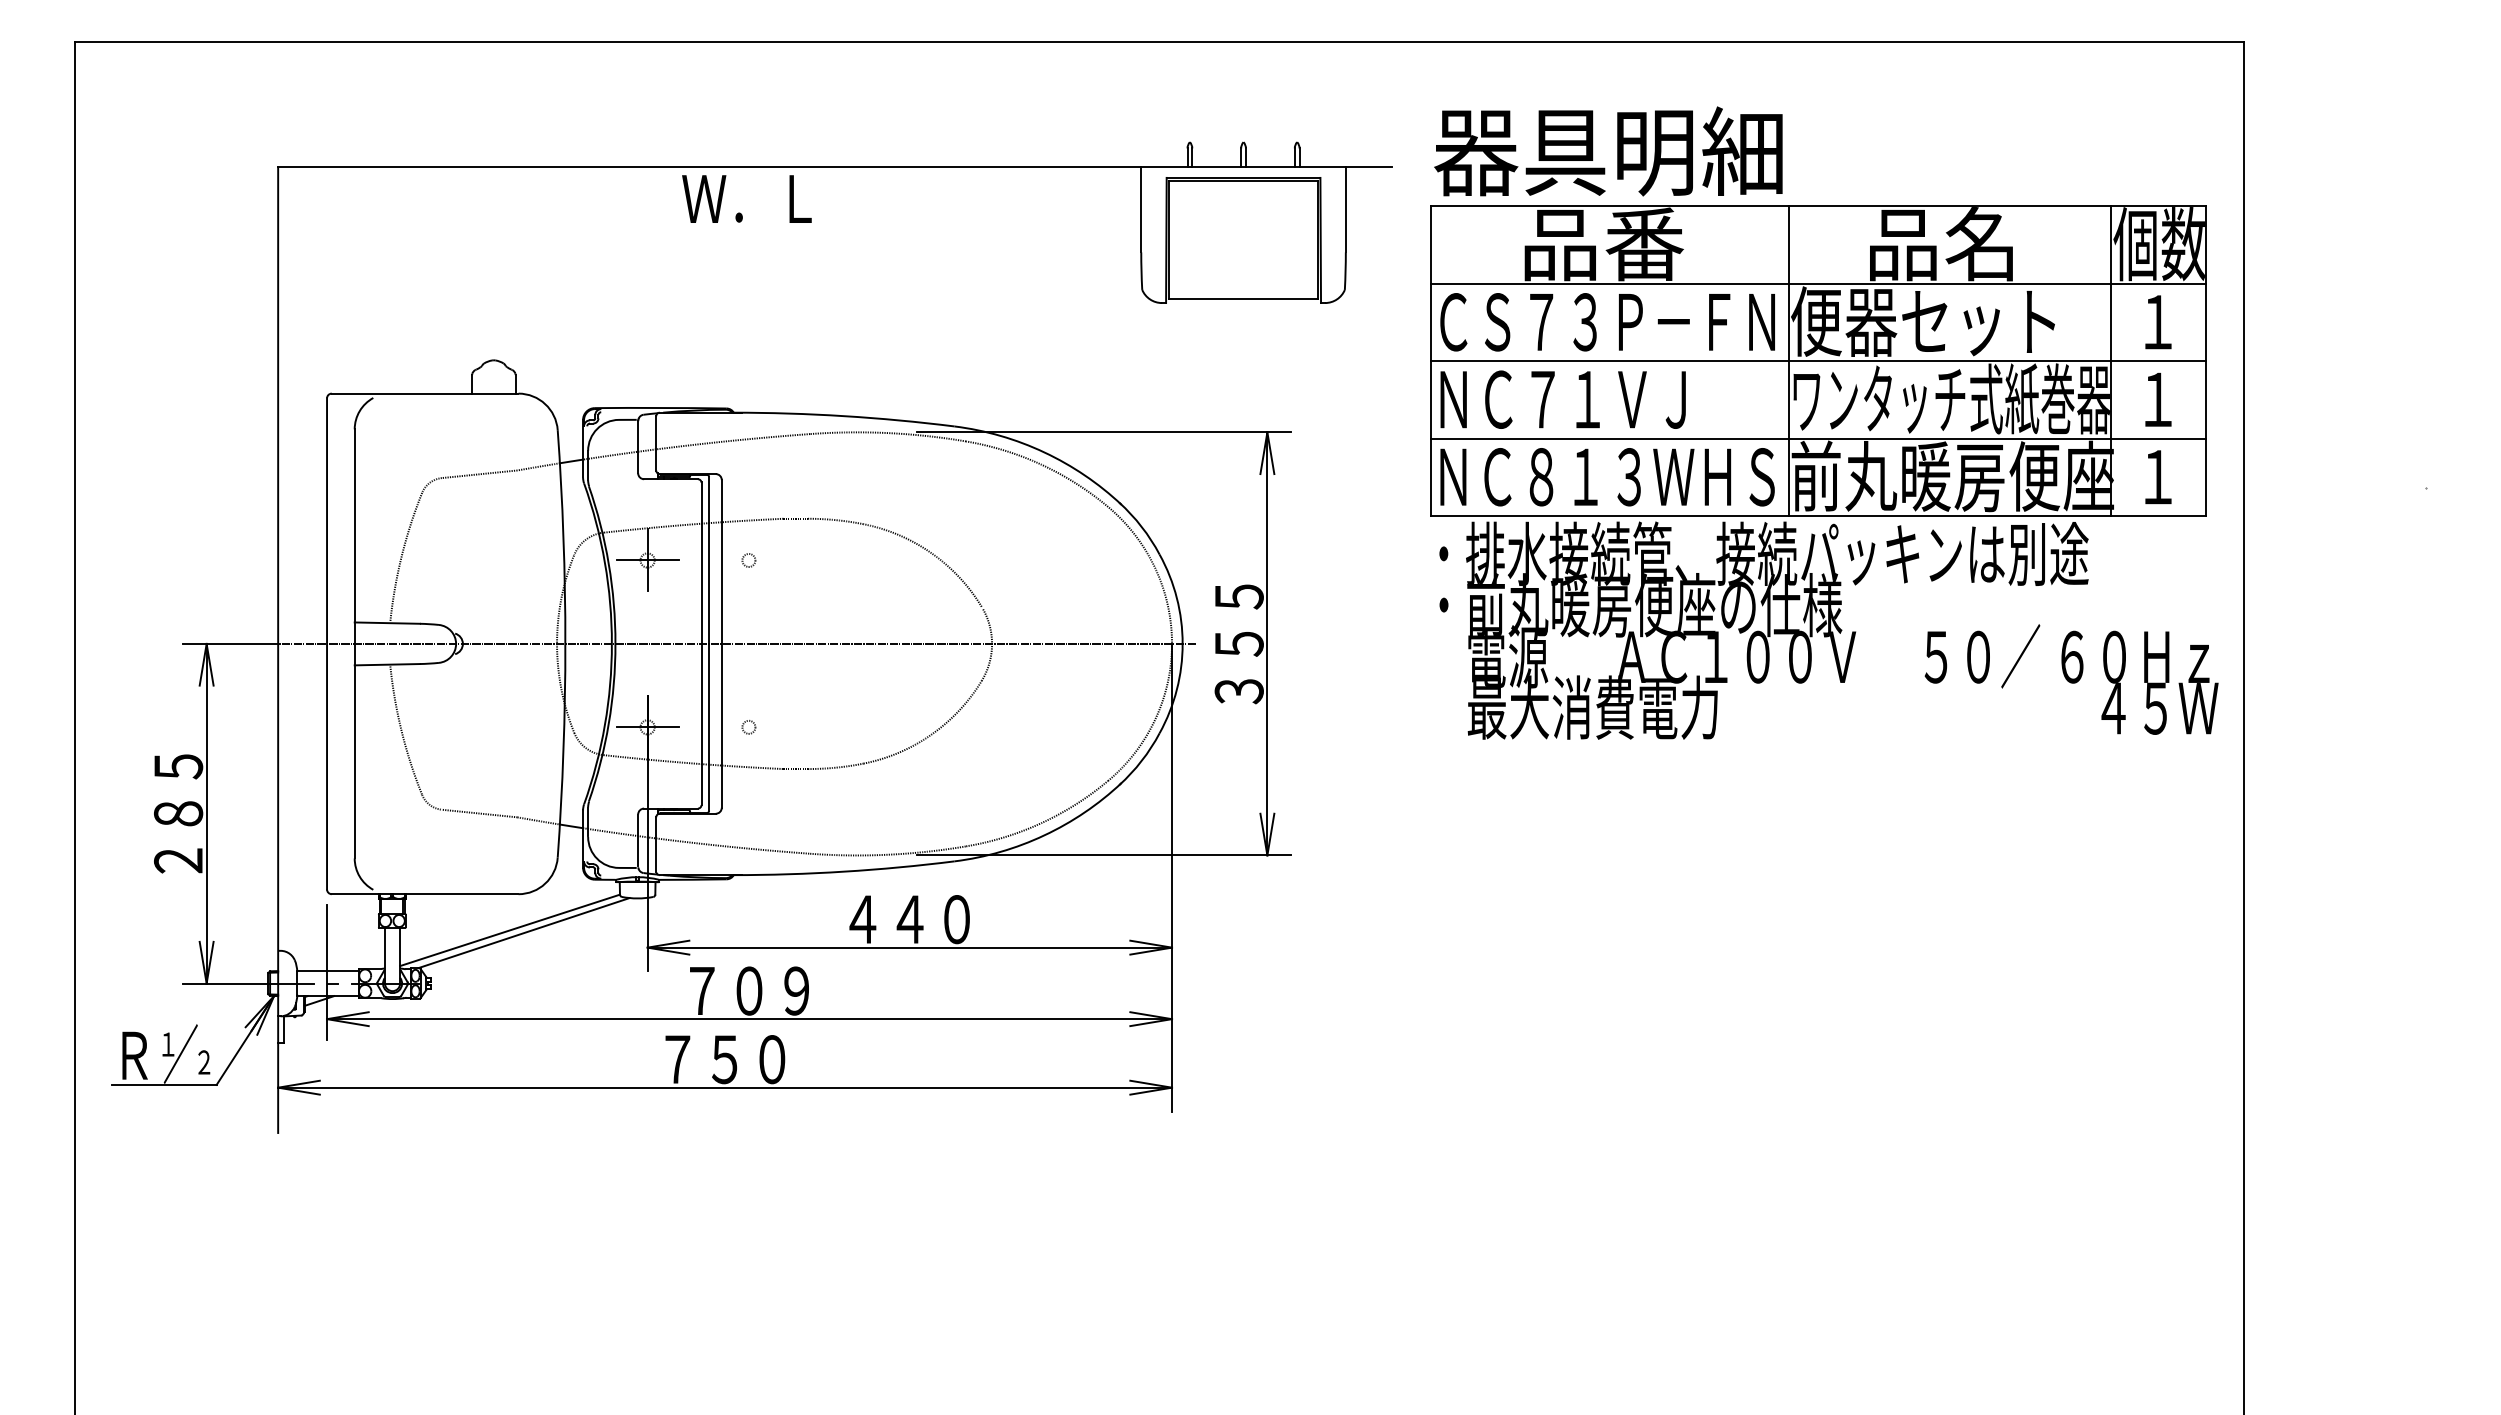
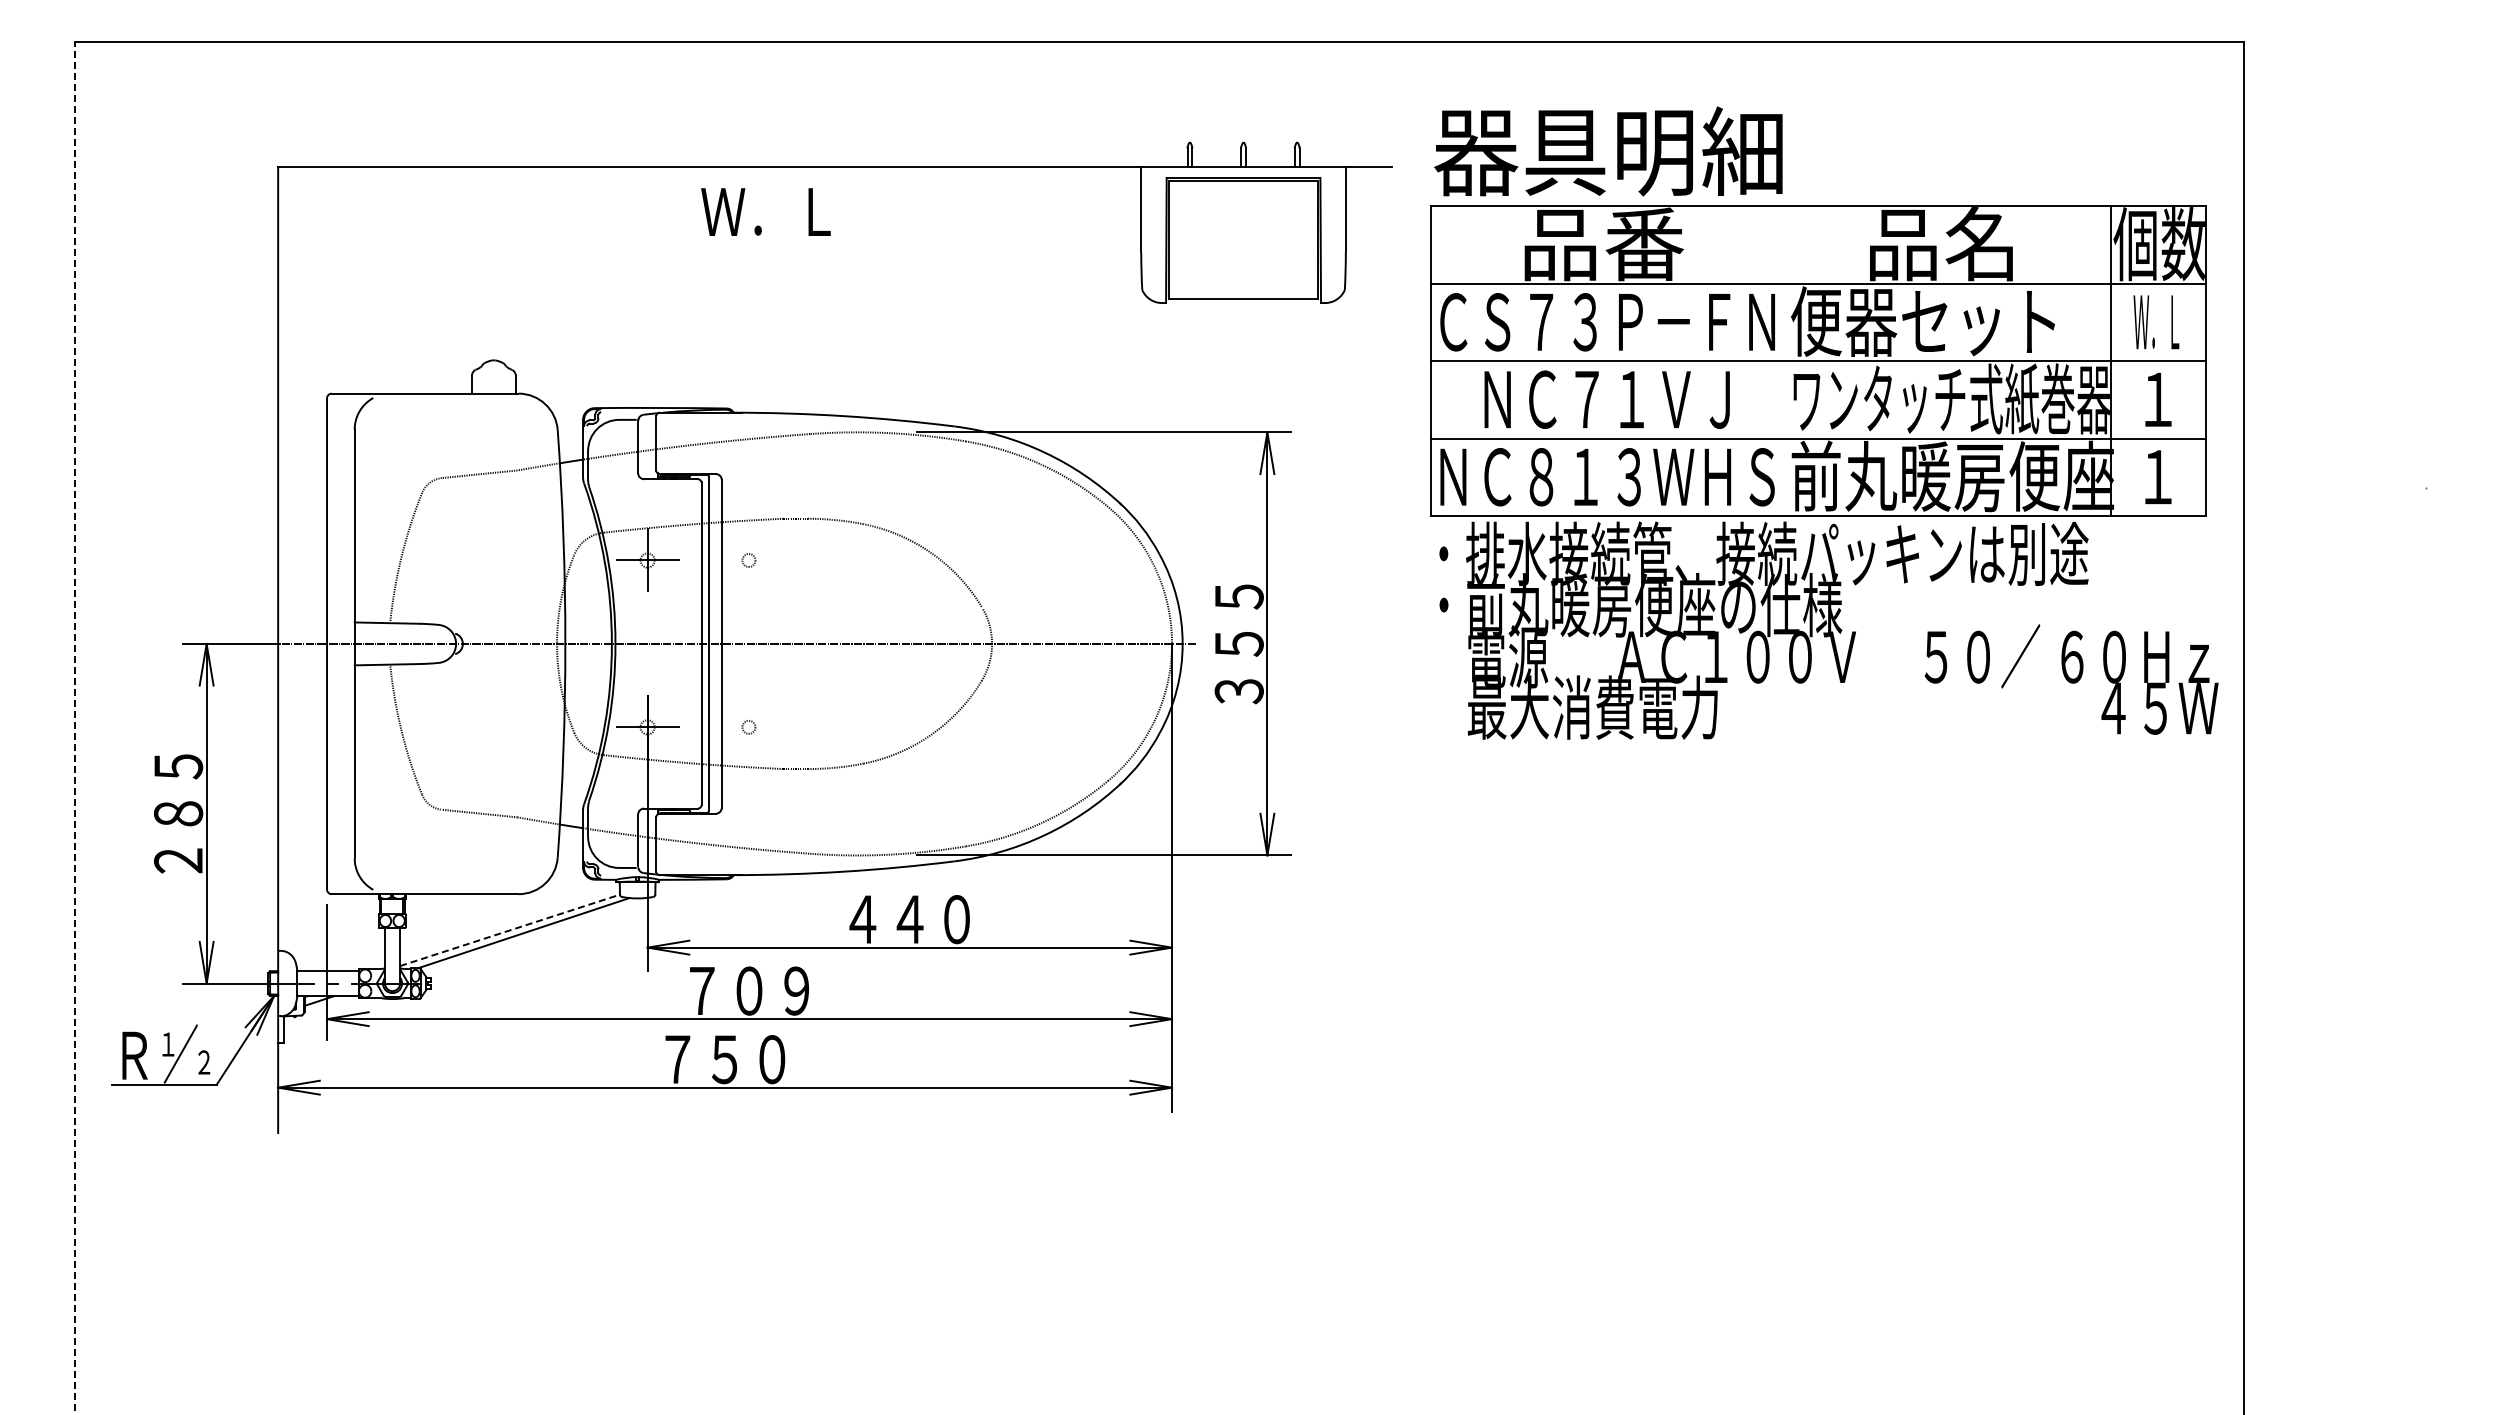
text at (746, 198) position: (746, 198) -> (765, 211)
text at (2156, 322): １ -> Ｗ．Ｌ
line at (1788, 361): present -> none
text at (1562, 399) position: (1562, 399) -> (1606, 399)
line at (75, 728): solid -> dashed
line at (510, 930): solid -> dashed
